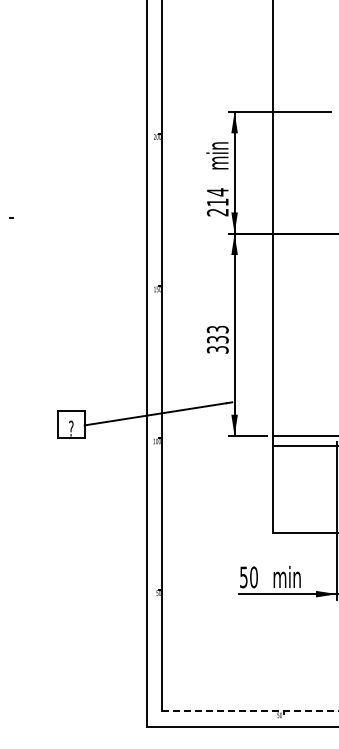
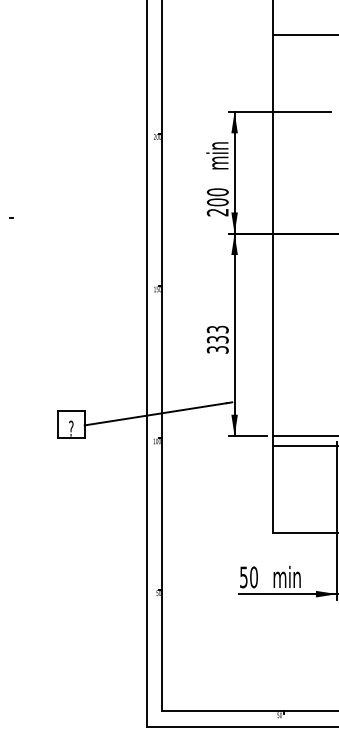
line at (304, 34): none -> present
text at (217, 197): 214 -> 200
line at (250, 711): dashed -> solid
